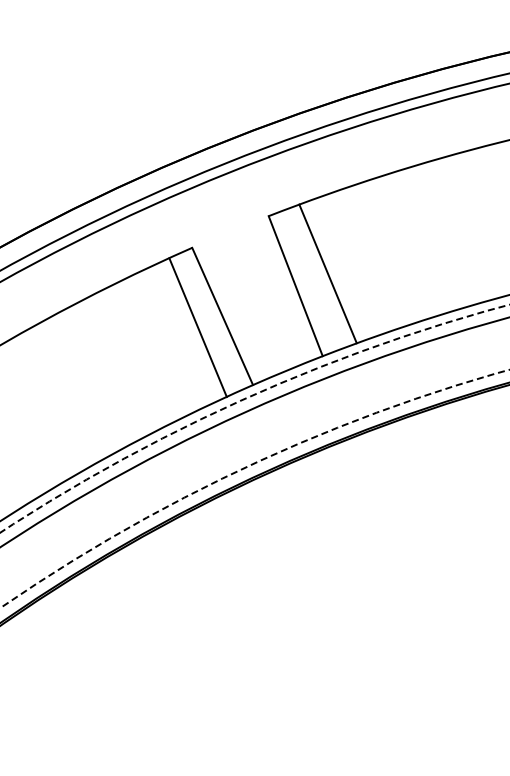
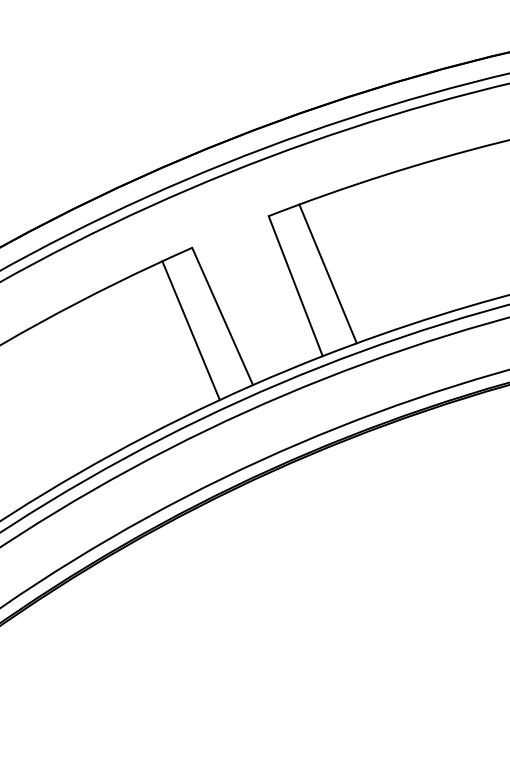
line at (197, 327) position: (197, 327) -> (190, 330)
circle at (254, 418): dashed -> solid
arc at (244, 468): dashed -> solid
